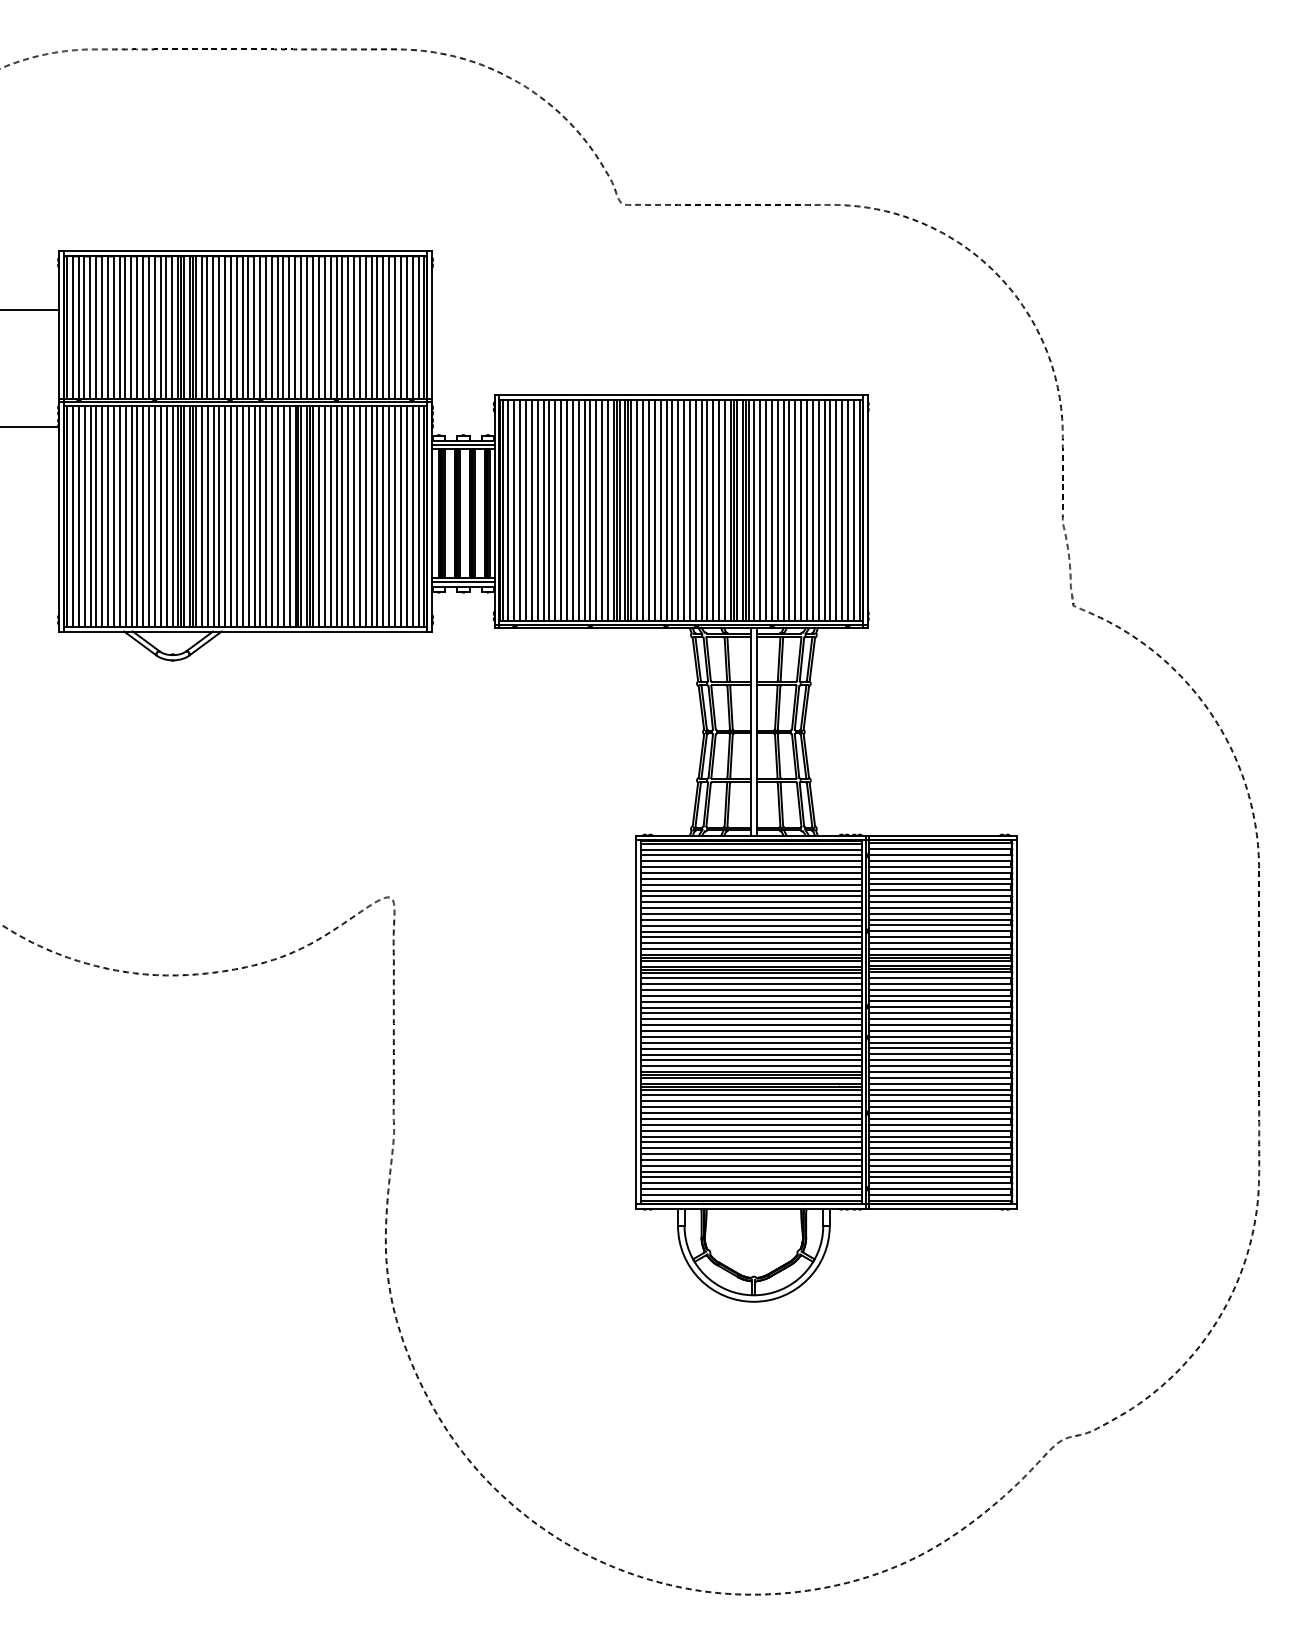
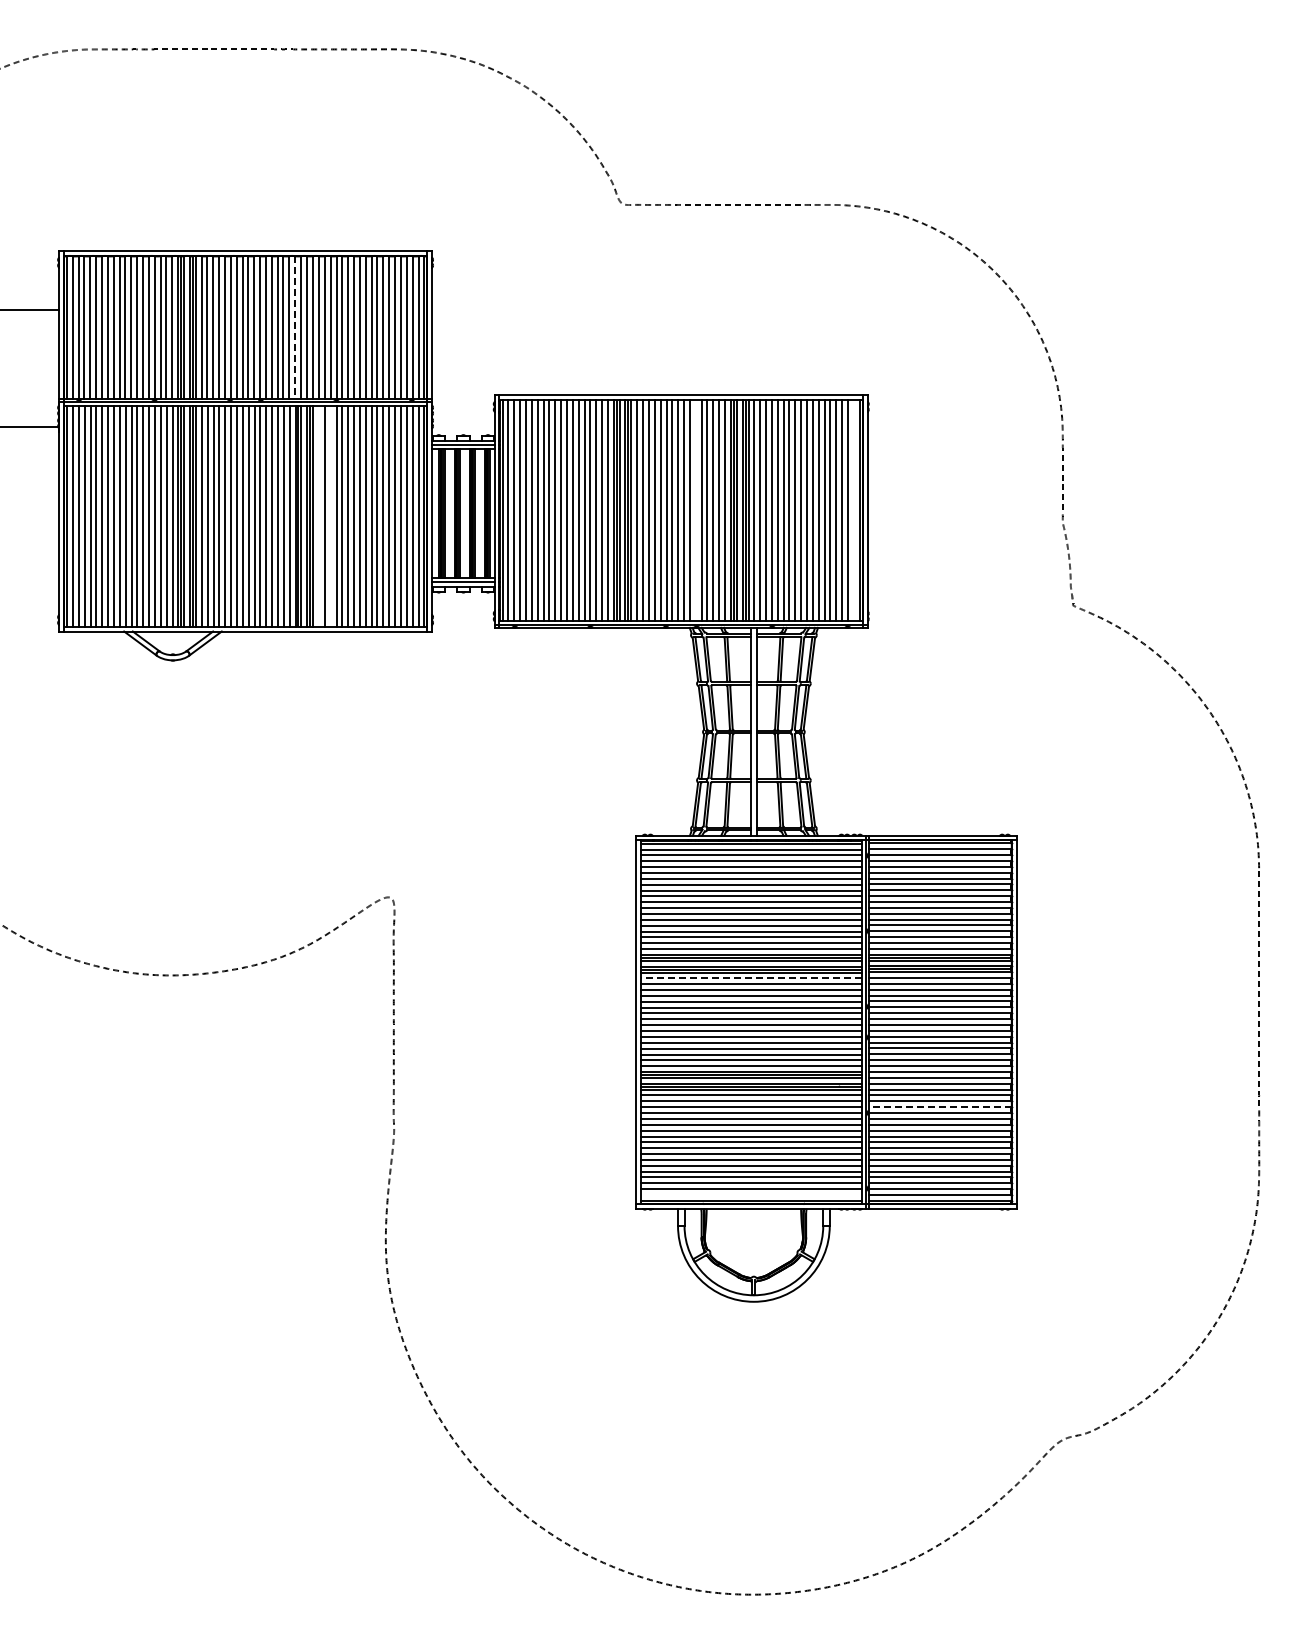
line at (295, 328): solid -> dashed
line at (695, 510): present -> none
line at (853, 510): present -> none
line at (318, 516): present -> none
line at (330, 516): present -> none
line at (750, 978): solid -> dashed
line at (939, 1107): solid -> dashed
line at (751, 1195): present -> none
